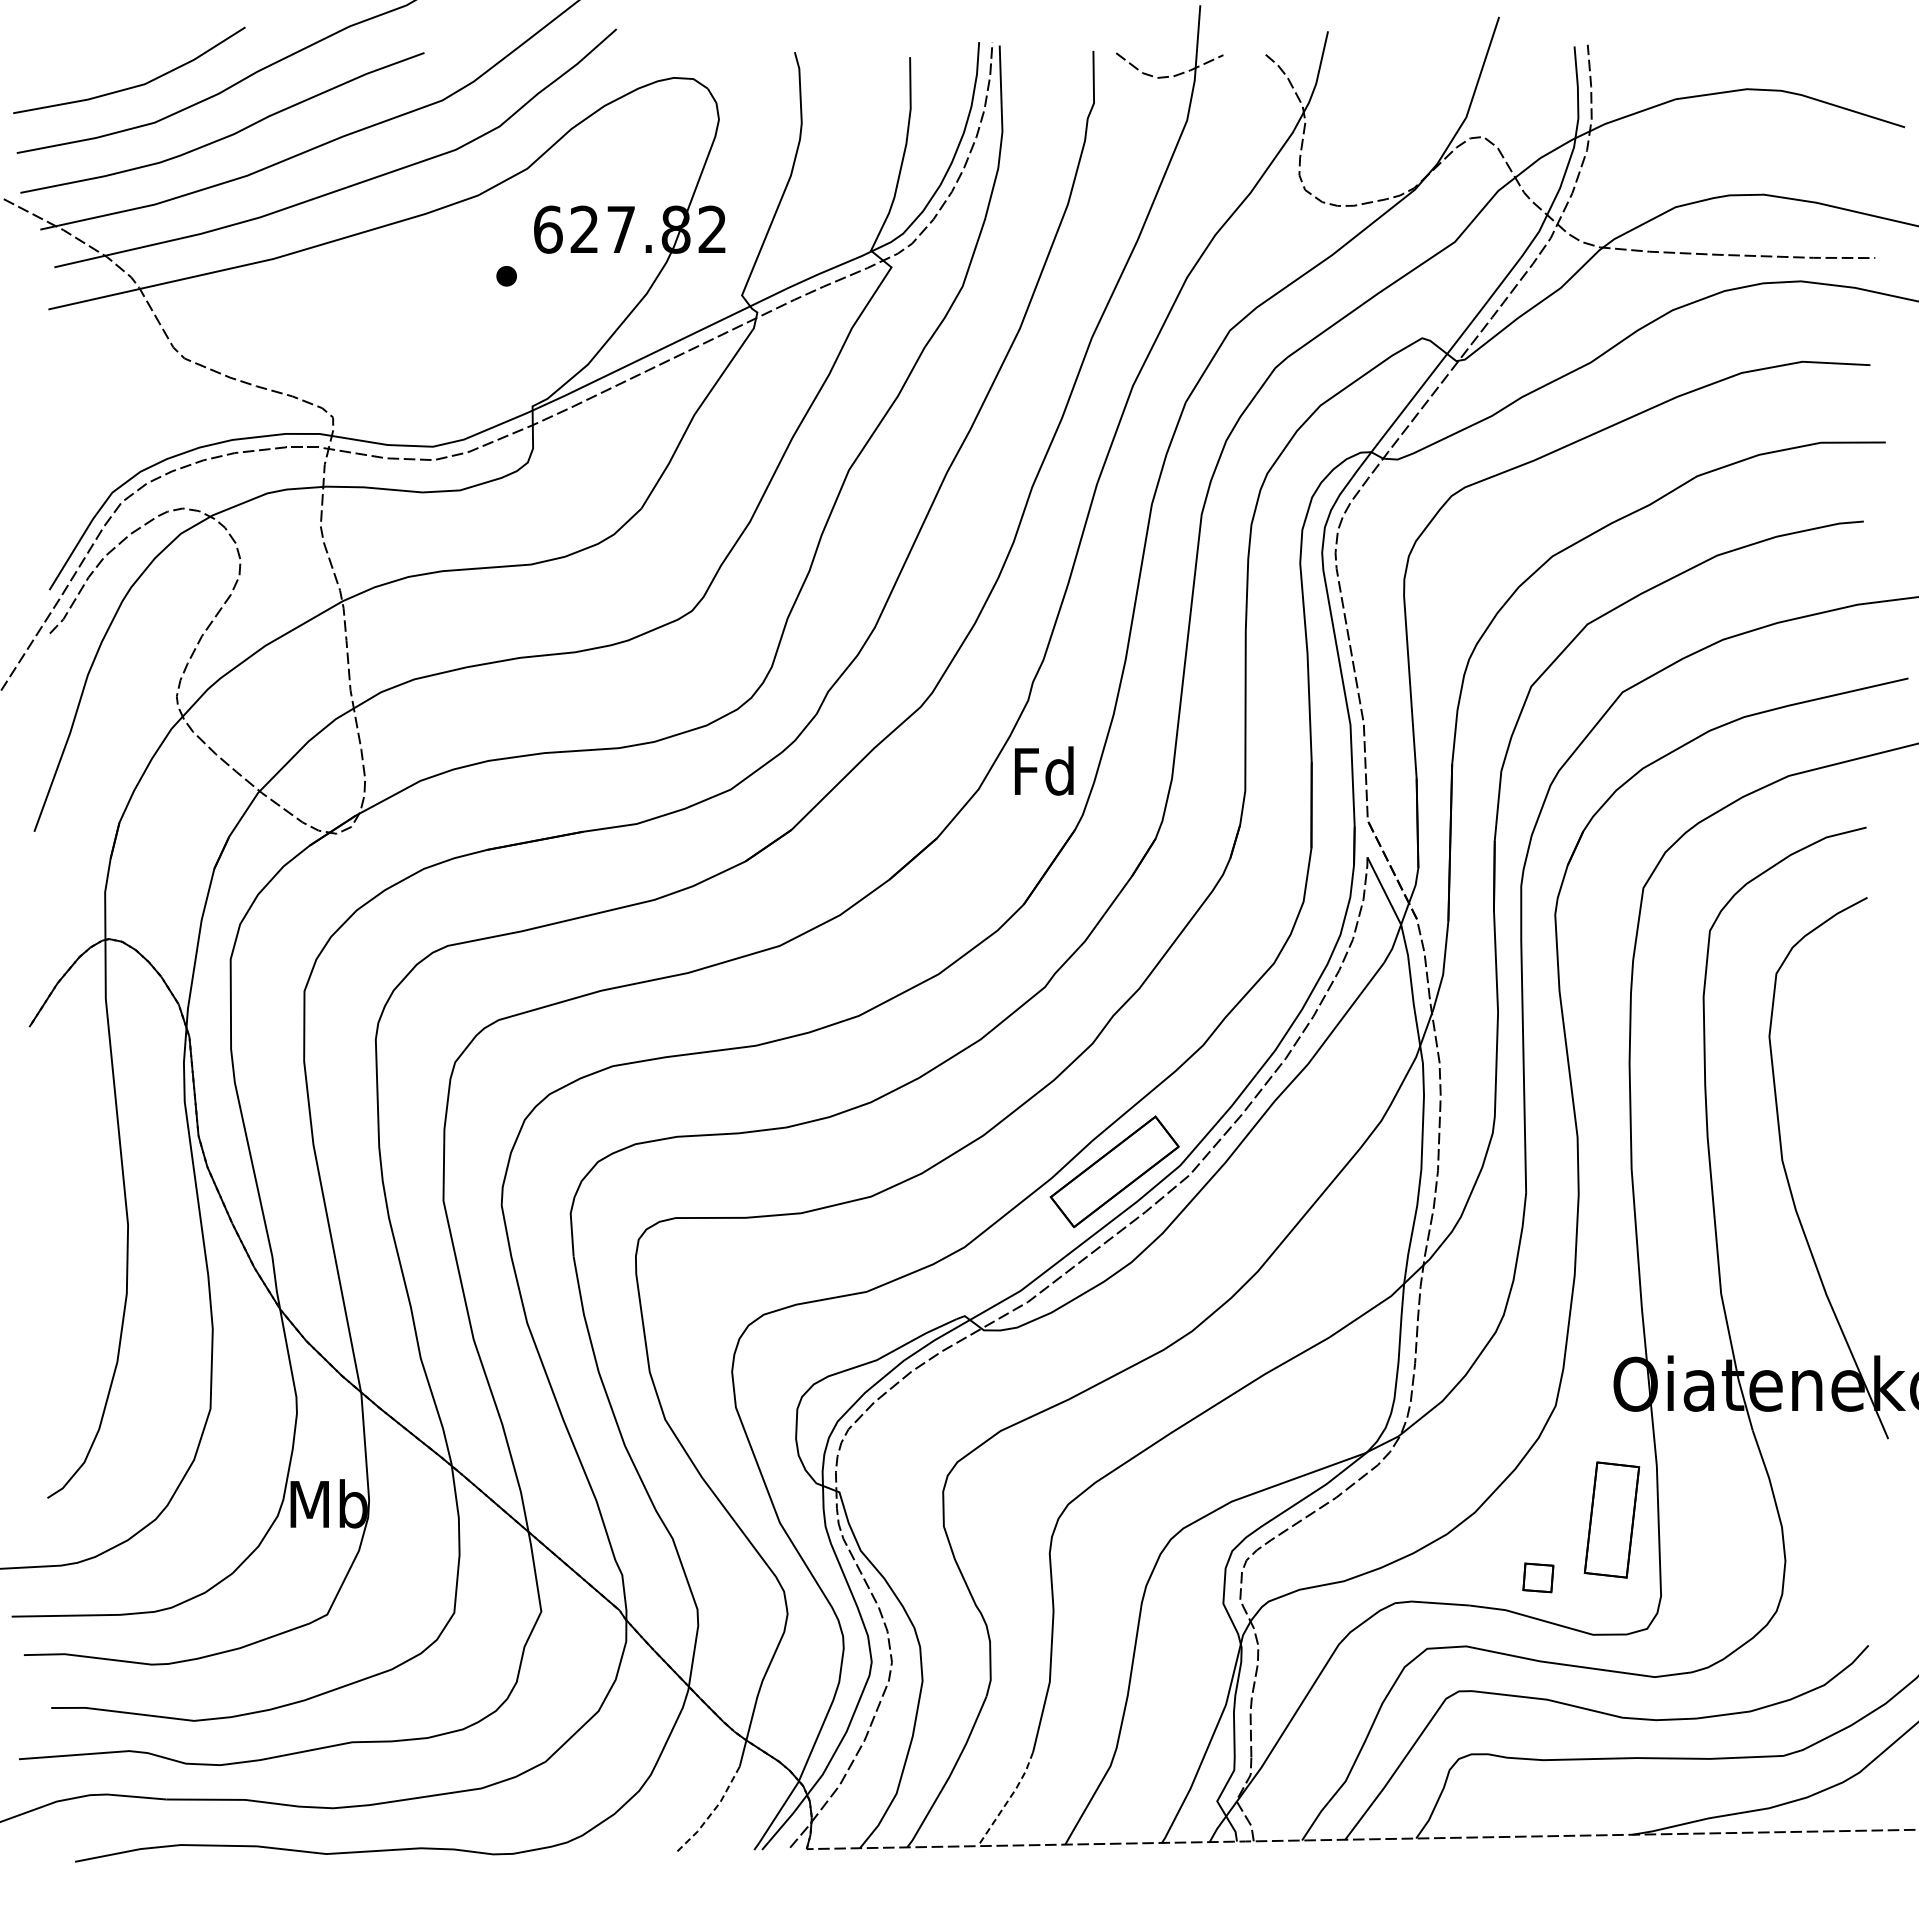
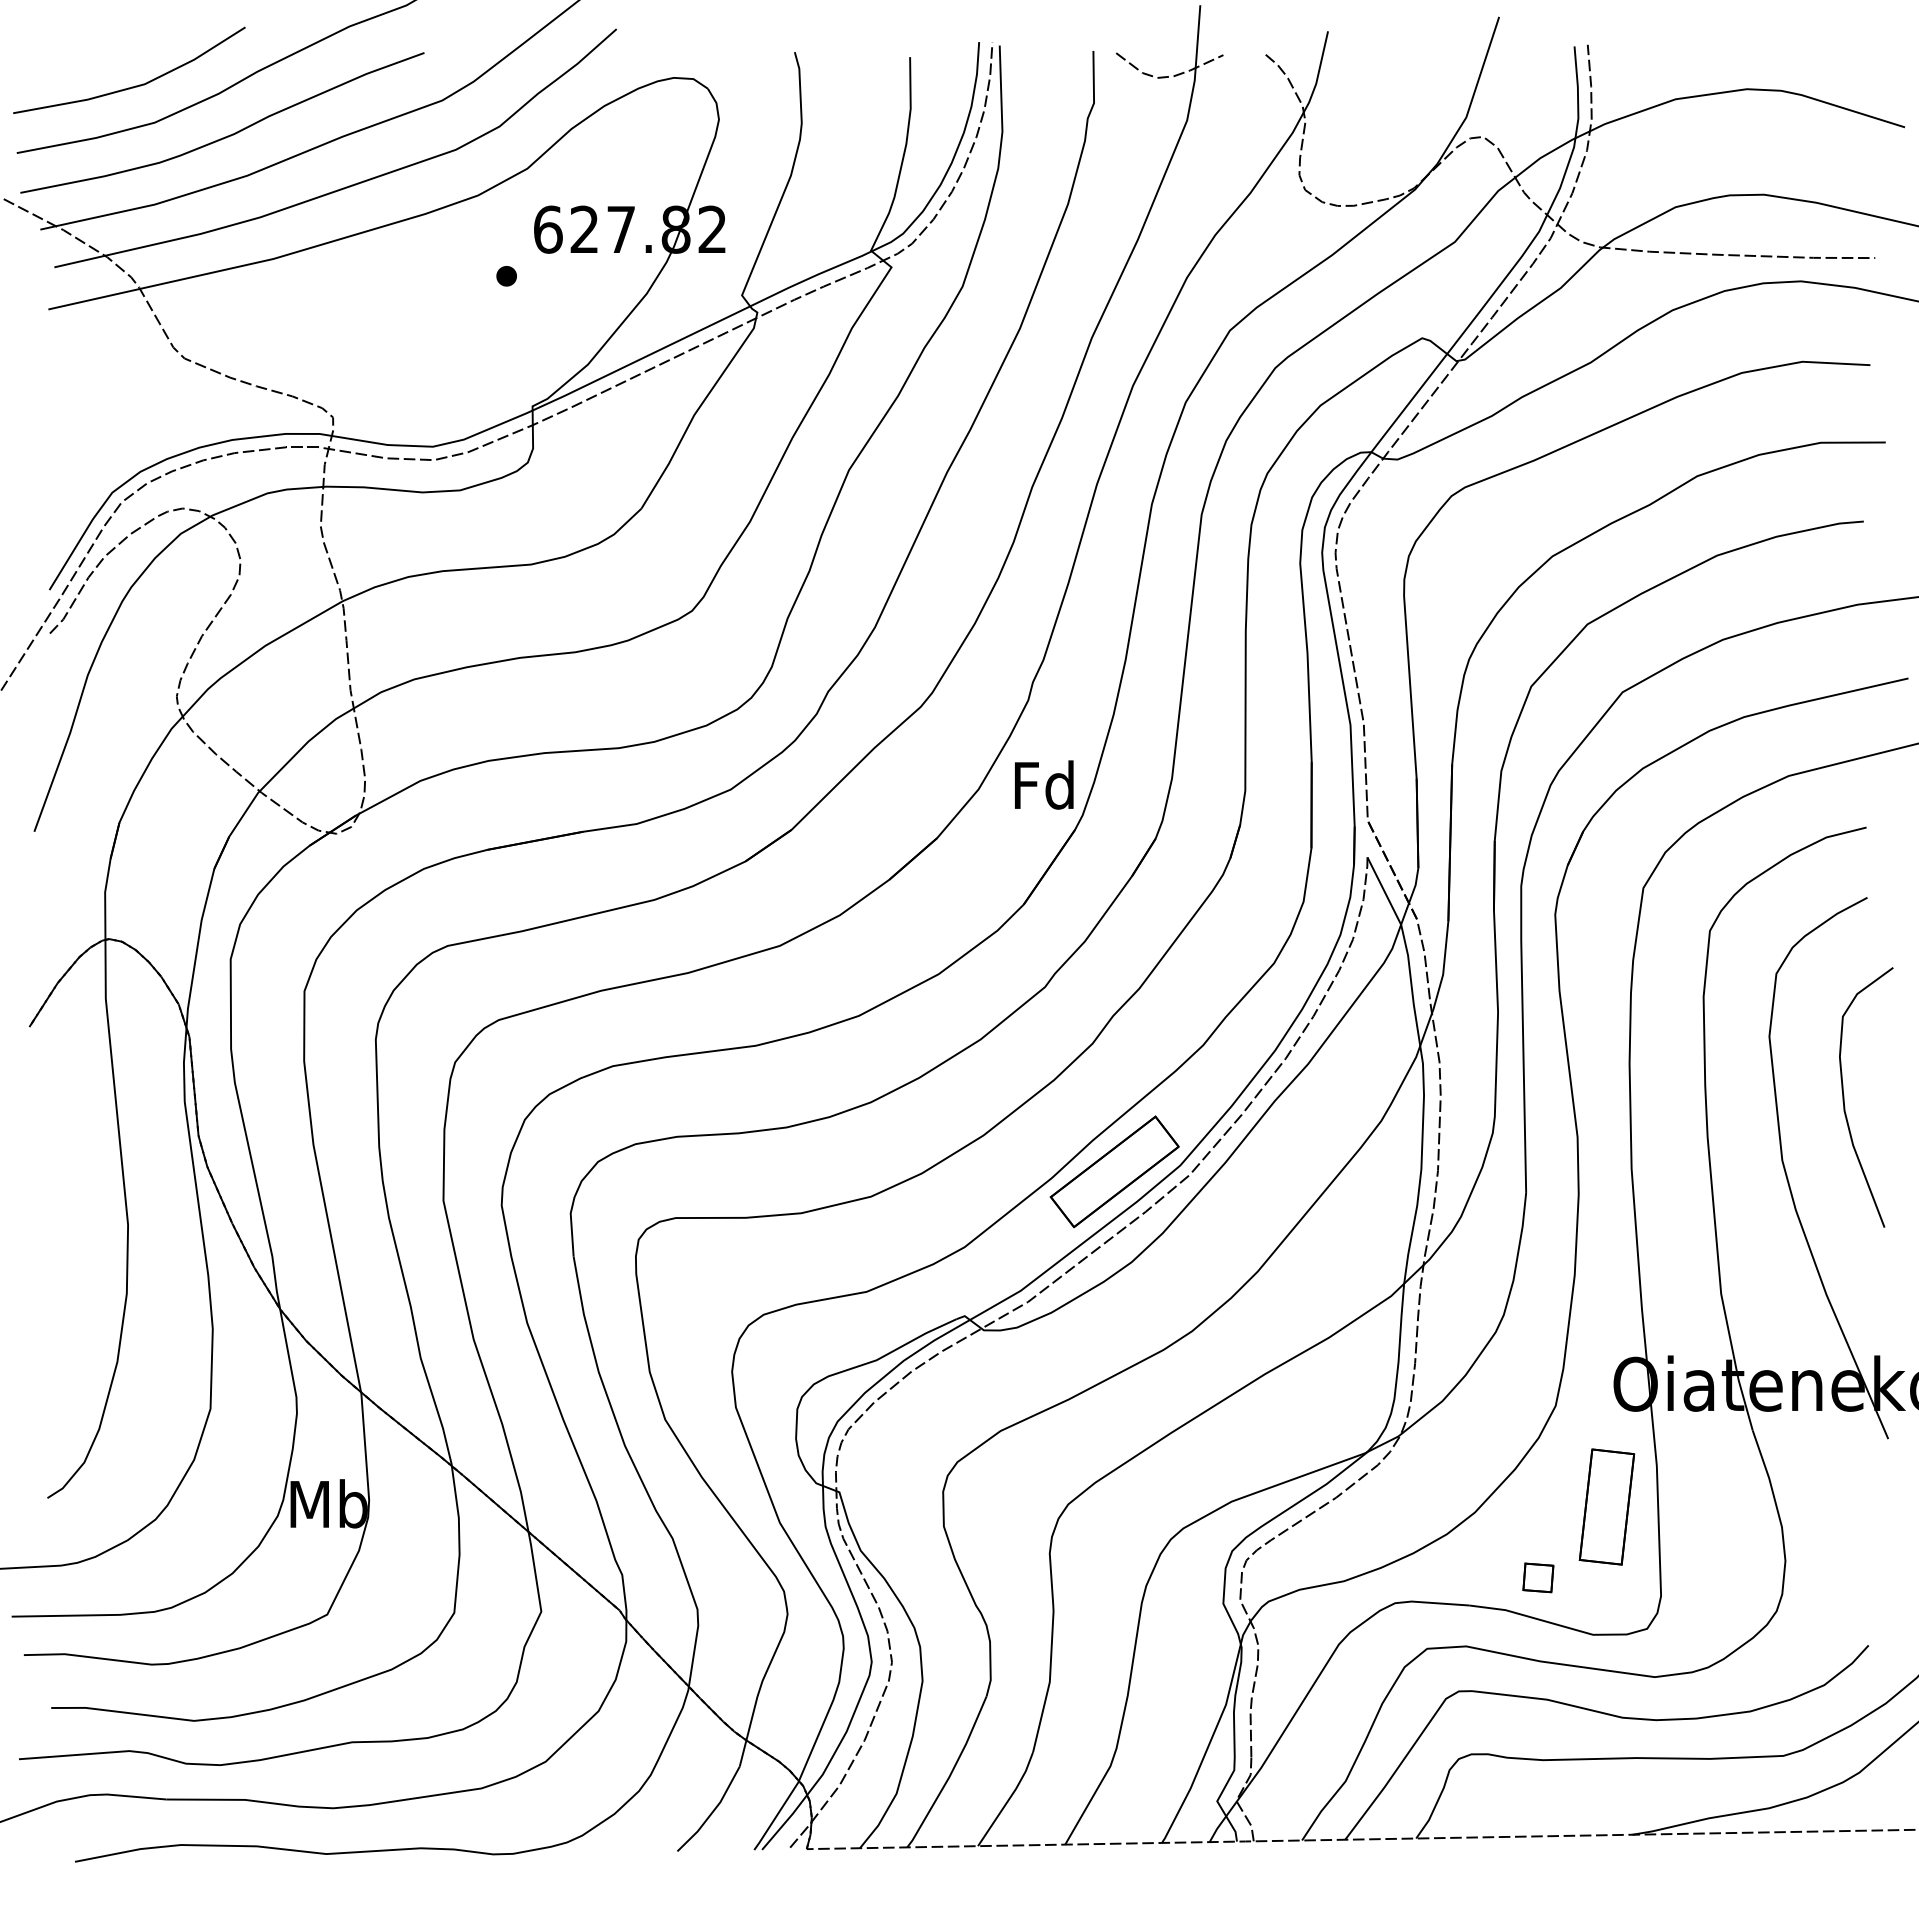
text at (1044, 770) position: (1044, 770) -> (1044, 784)
curve at (1844, 1097): none -> present
part at (1611, 1519) position: (1611, 1519) -> (1606, 1506)
line at (1008, 1799): dashed -> solid
line at (712, 1812): dashed -> solid
